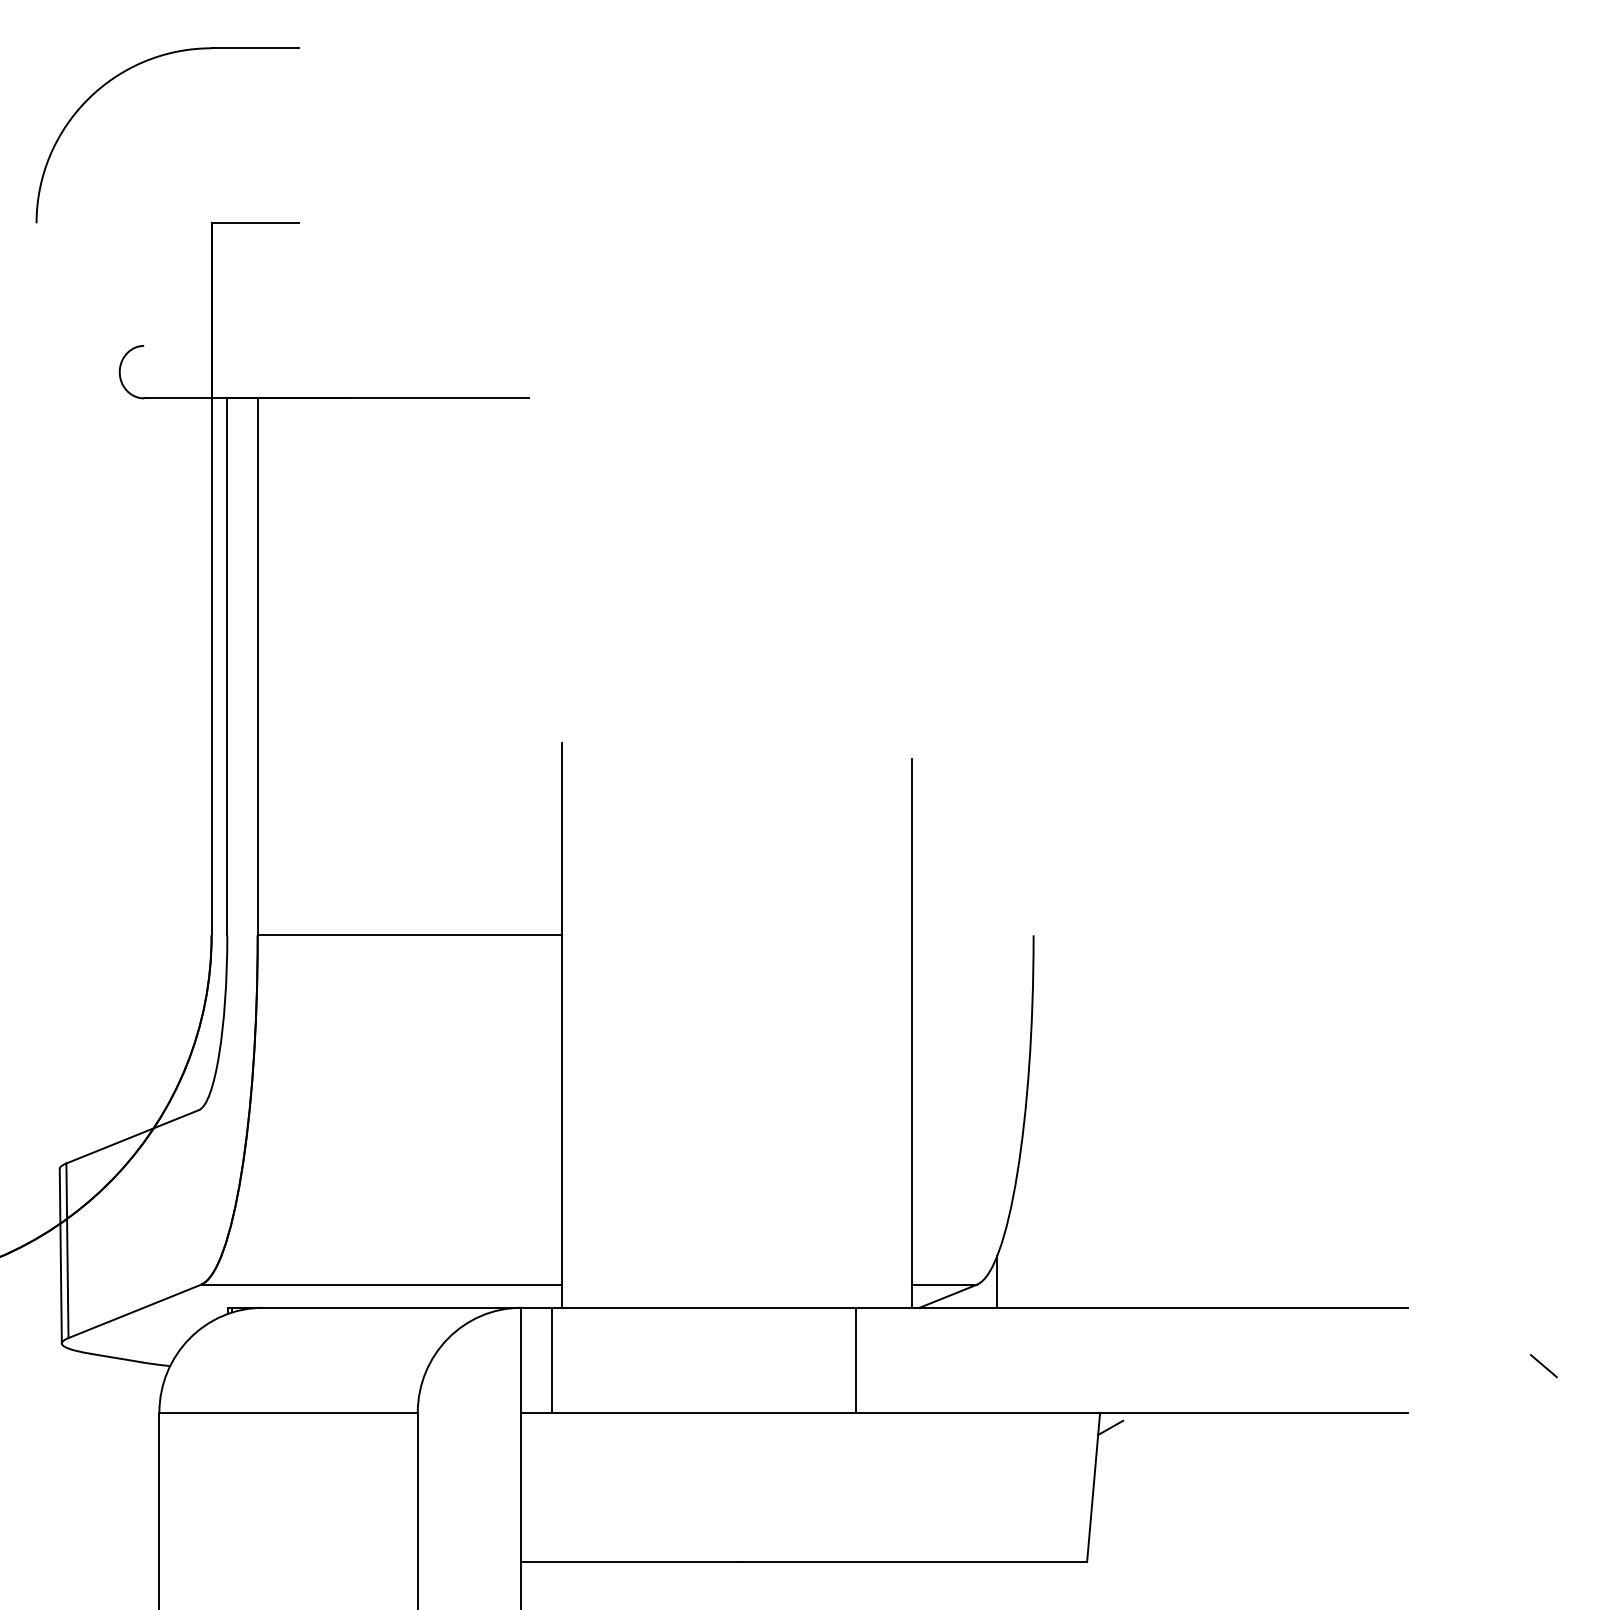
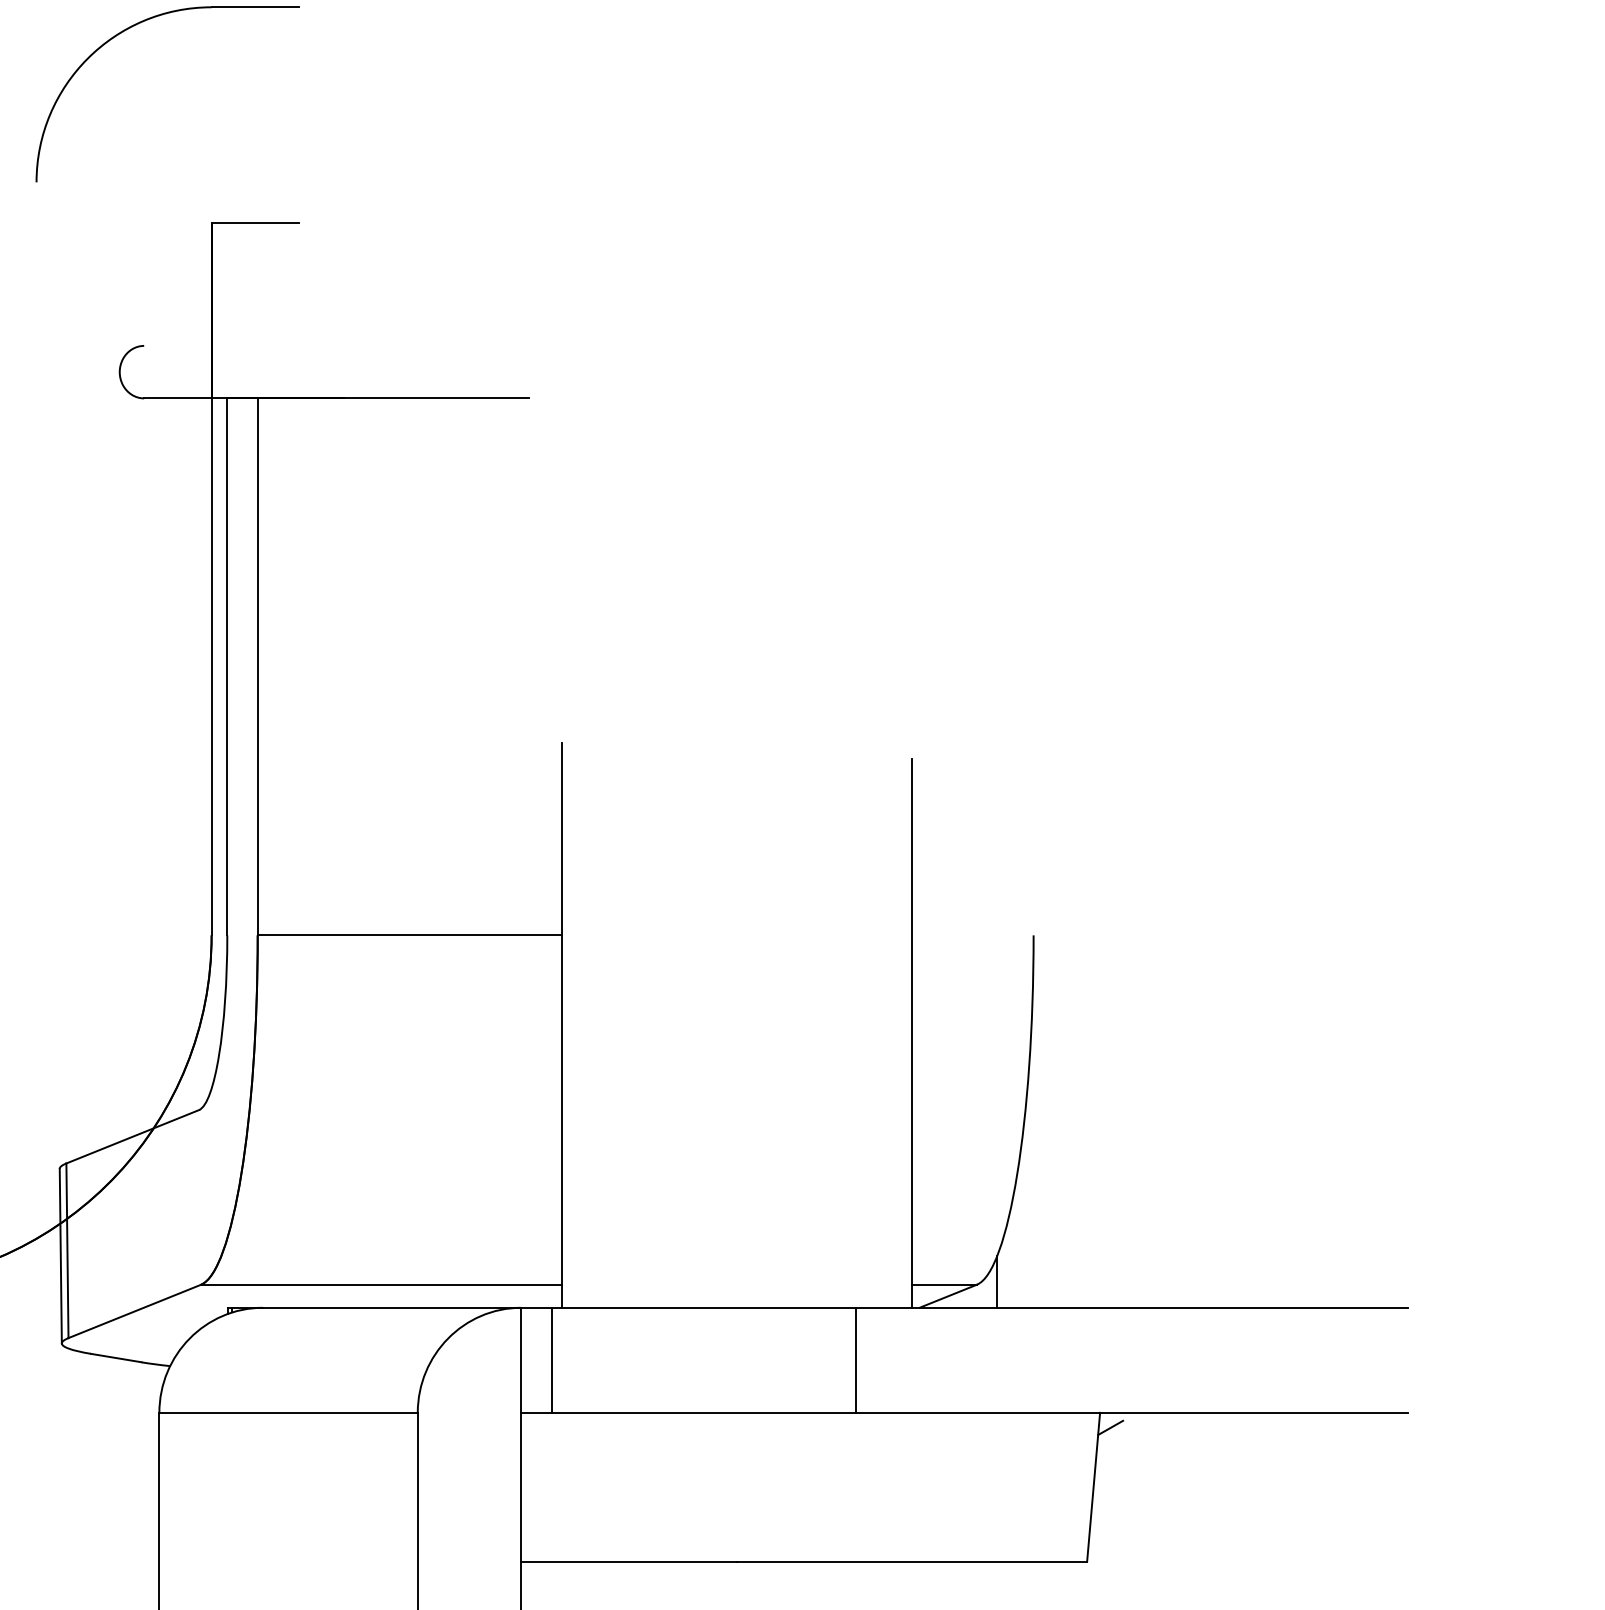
part at (134, 67) position: (134, 67) -> (134, 26)
line at (1543, 1366): present -> none
